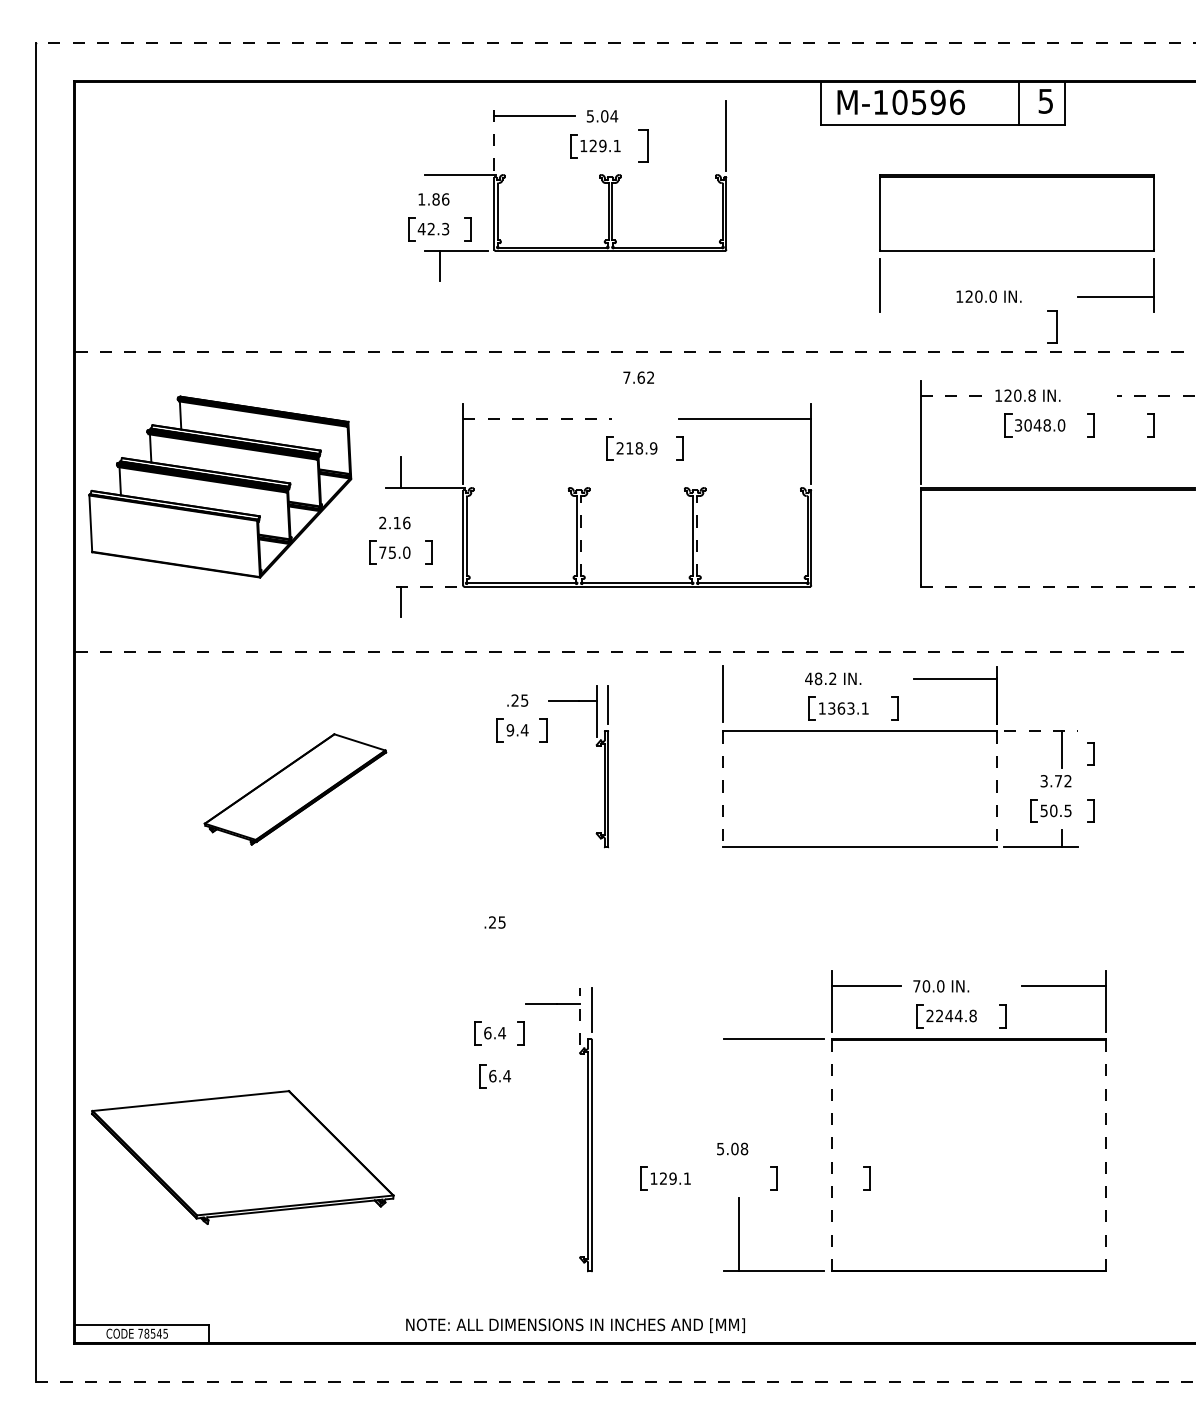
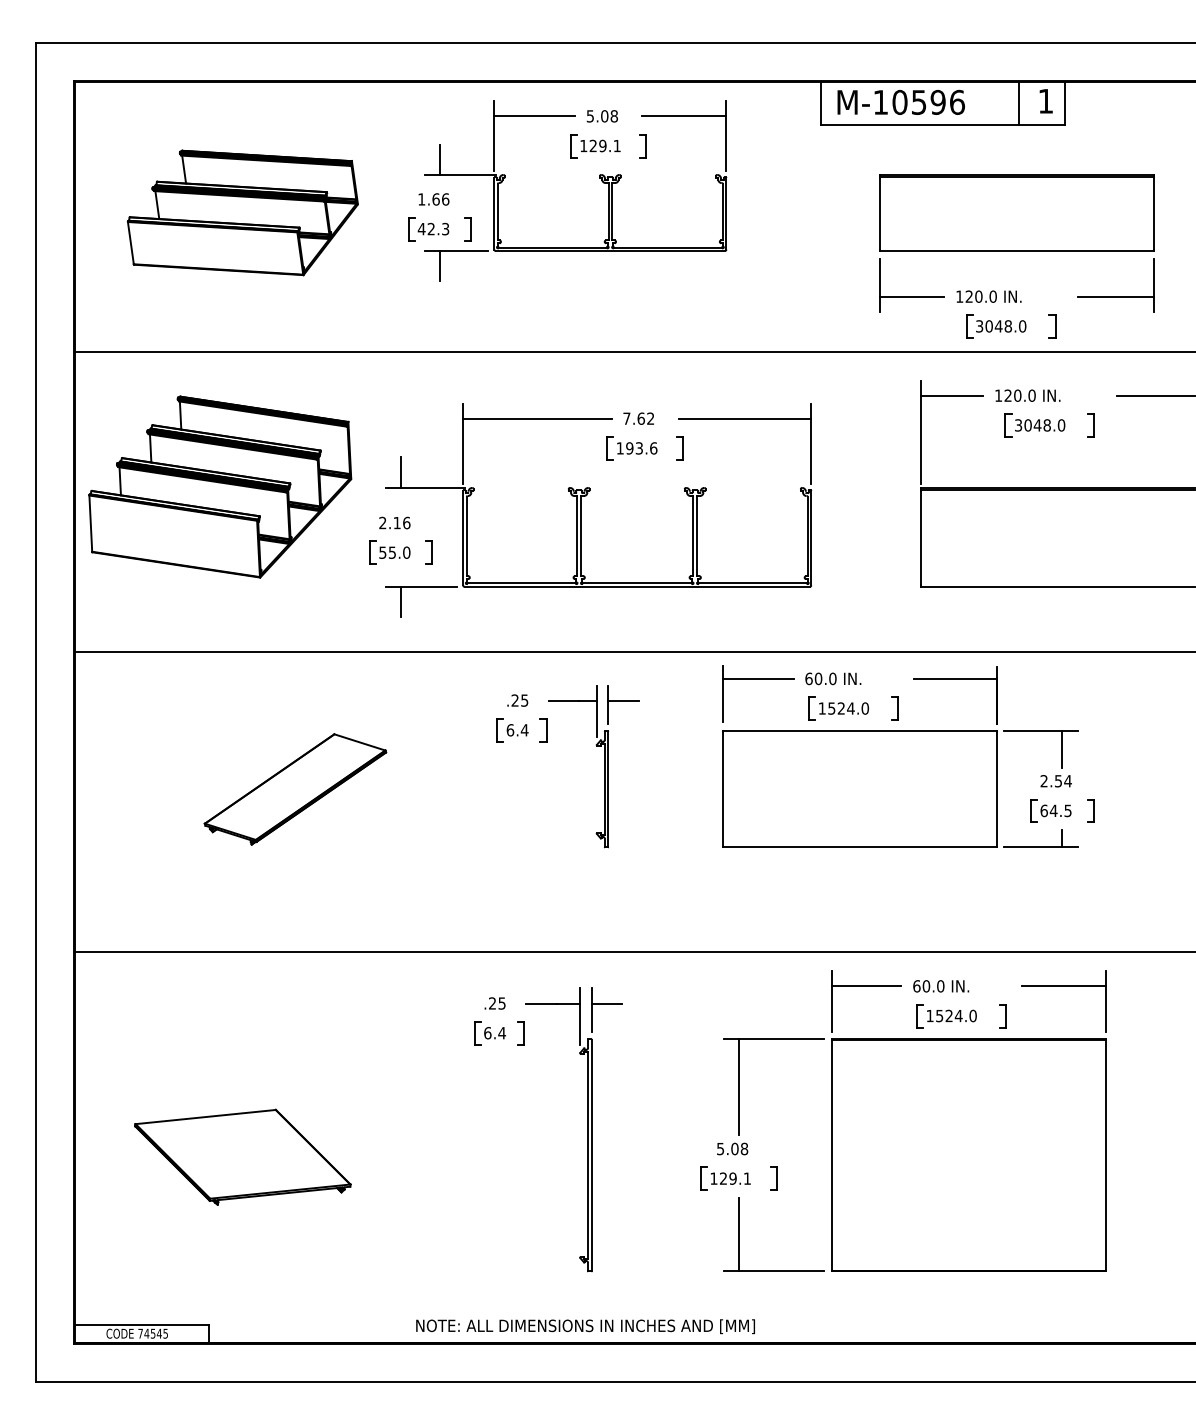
line at (615, 42): dashed -> solid
text at (1045, 101): 5 -> 1
text at (614, 116): 5.04 -> 5.08
line at (684, 116): none -> present
line at (494, 135): dashed -> solid
part at (643, 145) size: 11x34 px -> 8x25 px
line at (439, 159): none -> present
text at (435, 199): 1.86 -> 1.66
part at (242, 212): none -> present
line at (912, 296): none -> present
part at (996, 326): none -> present
part at (1052, 326) size: 11x34 px -> 9x25 px
line at (636, 351): dashed -> solid
text at (638, 377) position: (638, 377) -> (638, 418)
line at (952, 395): dashed -> solid
text at (1031, 395): 120.8 -> 120.0
line at (1155, 395): dashed -> solid
line at (537, 418): dashed -> solid
part at (1150, 425): present -> none
text at (636, 448): 218.9 -> 193.6
line at (581, 535): dashed -> solid
line at (697, 535): dashed -> solid
text at (382, 552): 75.0 -> 55.0
line at (421, 586): dashed -> solid
line at (1057, 586): dashed -> solid
line at (636, 651): dashed -> solid
text at (820, 678): 48.2 -> 60.0
line at (757, 679): none -> present
line at (623, 700): none -> present
text at (848, 708): 1363.1 -> 1524.0
text at (510, 730): 9.4 -> 6.4
line at (1040, 731): dashed -> solid
part at (1090, 753): present -> none
text at (1055, 781): 3.72 -> 2.54
line at (722, 789): dashed -> solid
line at (996, 789): dashed -> solid
text at (1048, 810): 50.5 -> 64.5
text at (494, 922) position: (494, 922) -> (494, 1003)
line at (633, 951): none -> present
text at (916, 986): 70.0 -> 60.0
line at (606, 1003): none -> present
text at (951, 1015): 2244.8 -> 1524.0
line at (580, 1016): dashed -> solid
part at (494, 1076): present -> none
line at (738, 1087): none -> present
line at (831, 1155): dashed -> solid
line at (1105, 1155): dashed -> solid
part at (242, 1157) size: 304x135 px -> 218x98 px
part at (665, 1178) position: (665, 1178) -> (725, 1178)
part at (866, 1178): present -> none
text at (575, 1325) position: (575, 1325) -> (585, 1326)
text at (146, 1333): 78545 -> 74545
line at (615, 1382): dashed -> solid
